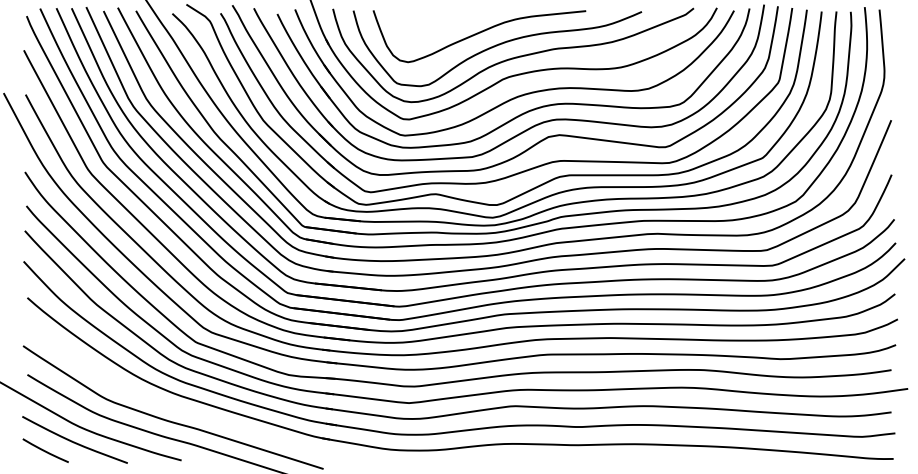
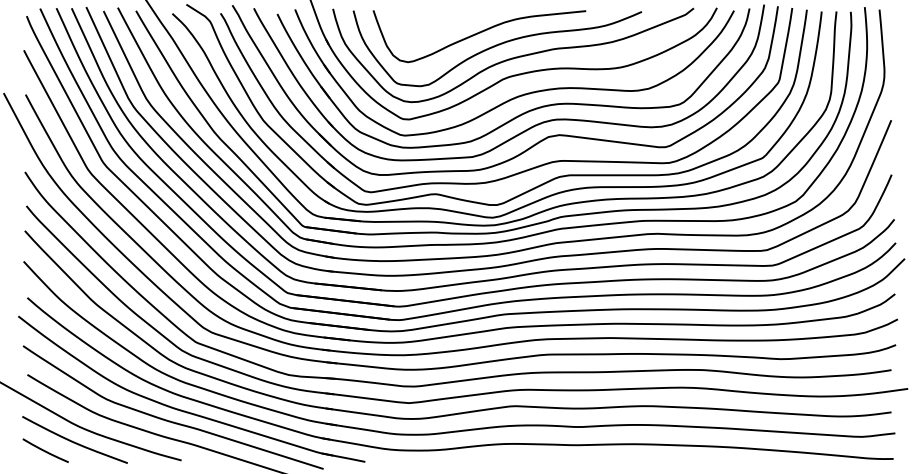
part at (185, 410): none -> present
